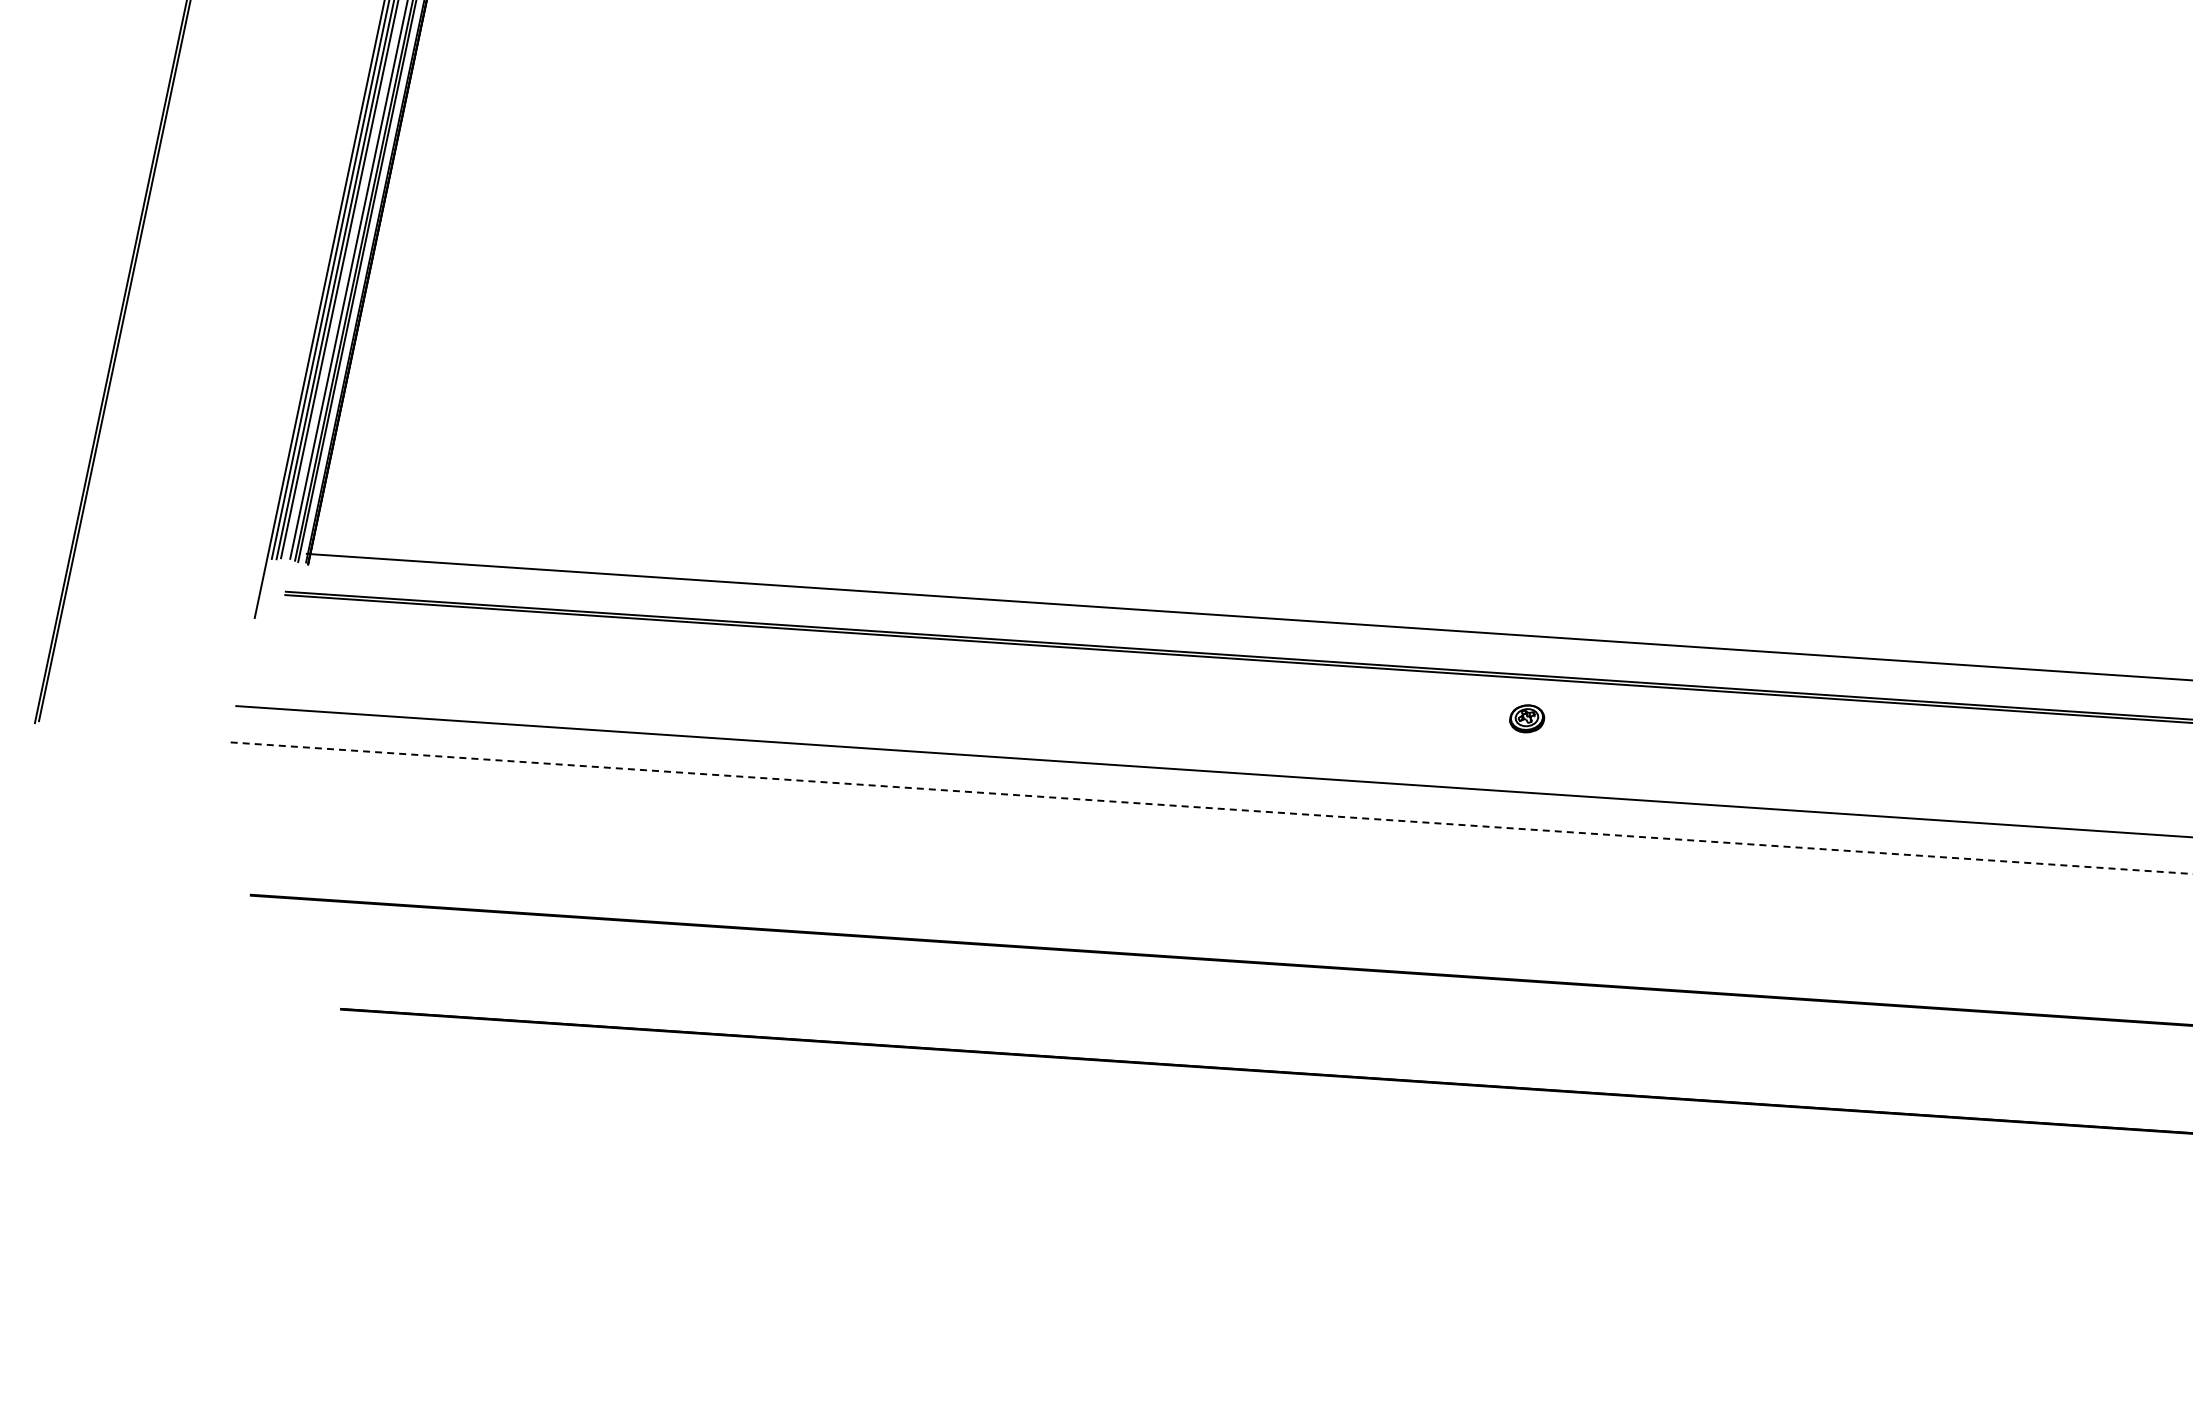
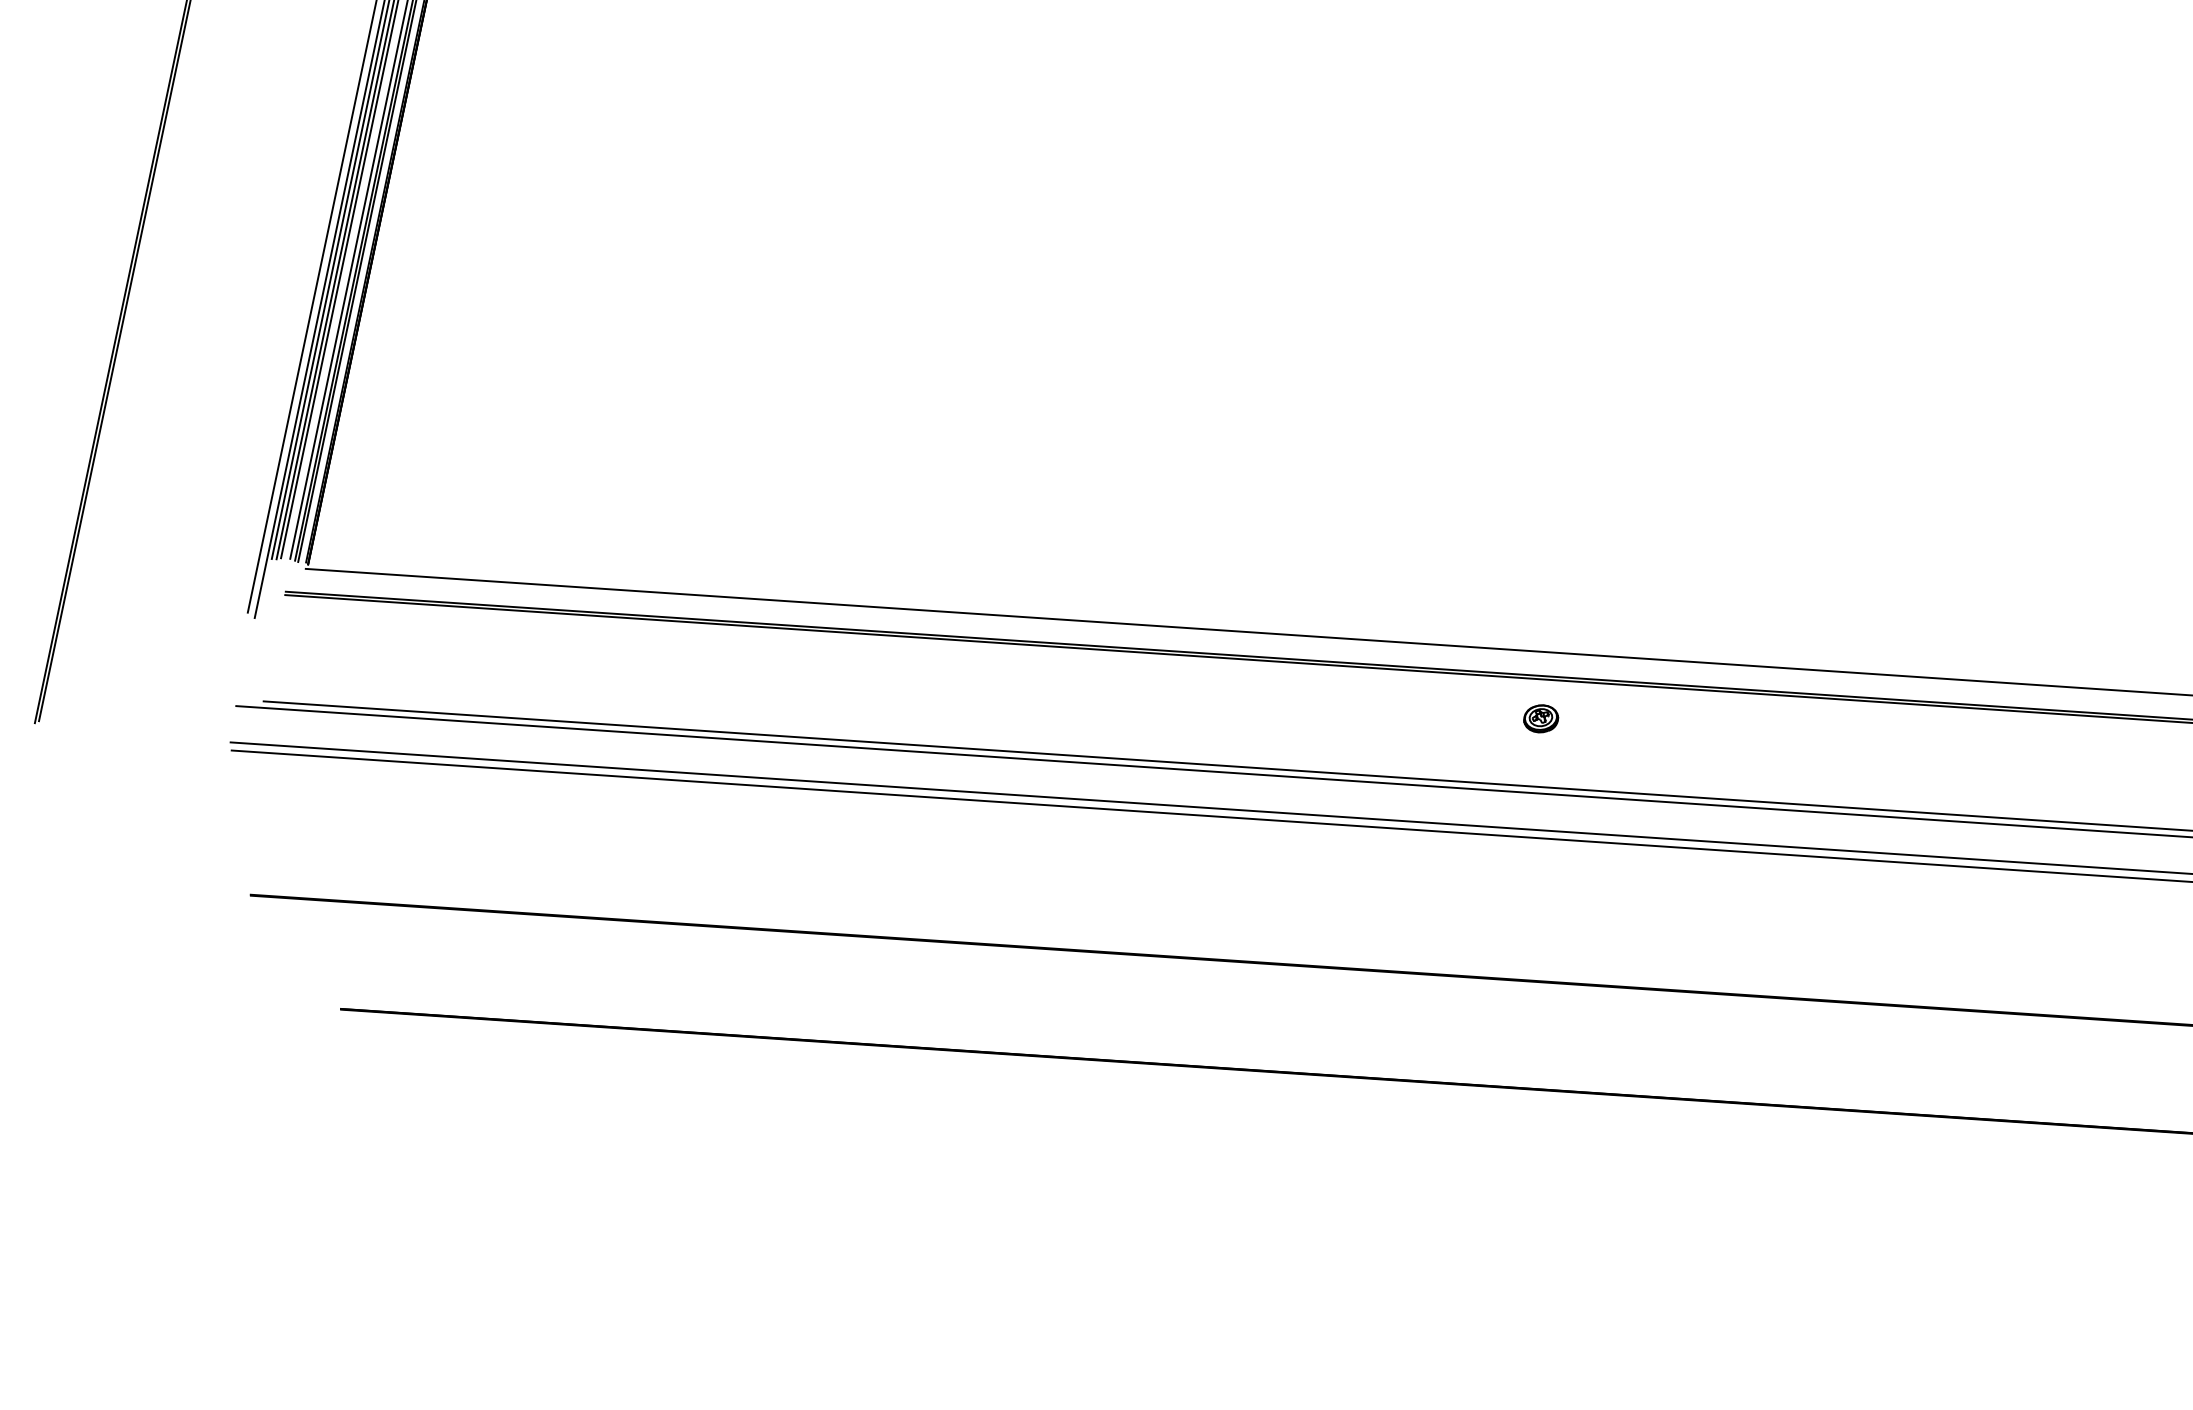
line at (311, 307): none -> present
line at (1247, 616) position: (1247, 616) -> (1247, 631)
part at (1527, 718) position: (1527, 718) -> (1541, 718)
line at (1226, 765): none -> present
line at (1211, 808): dashed -> solid
line at (1210, 815): none -> present
